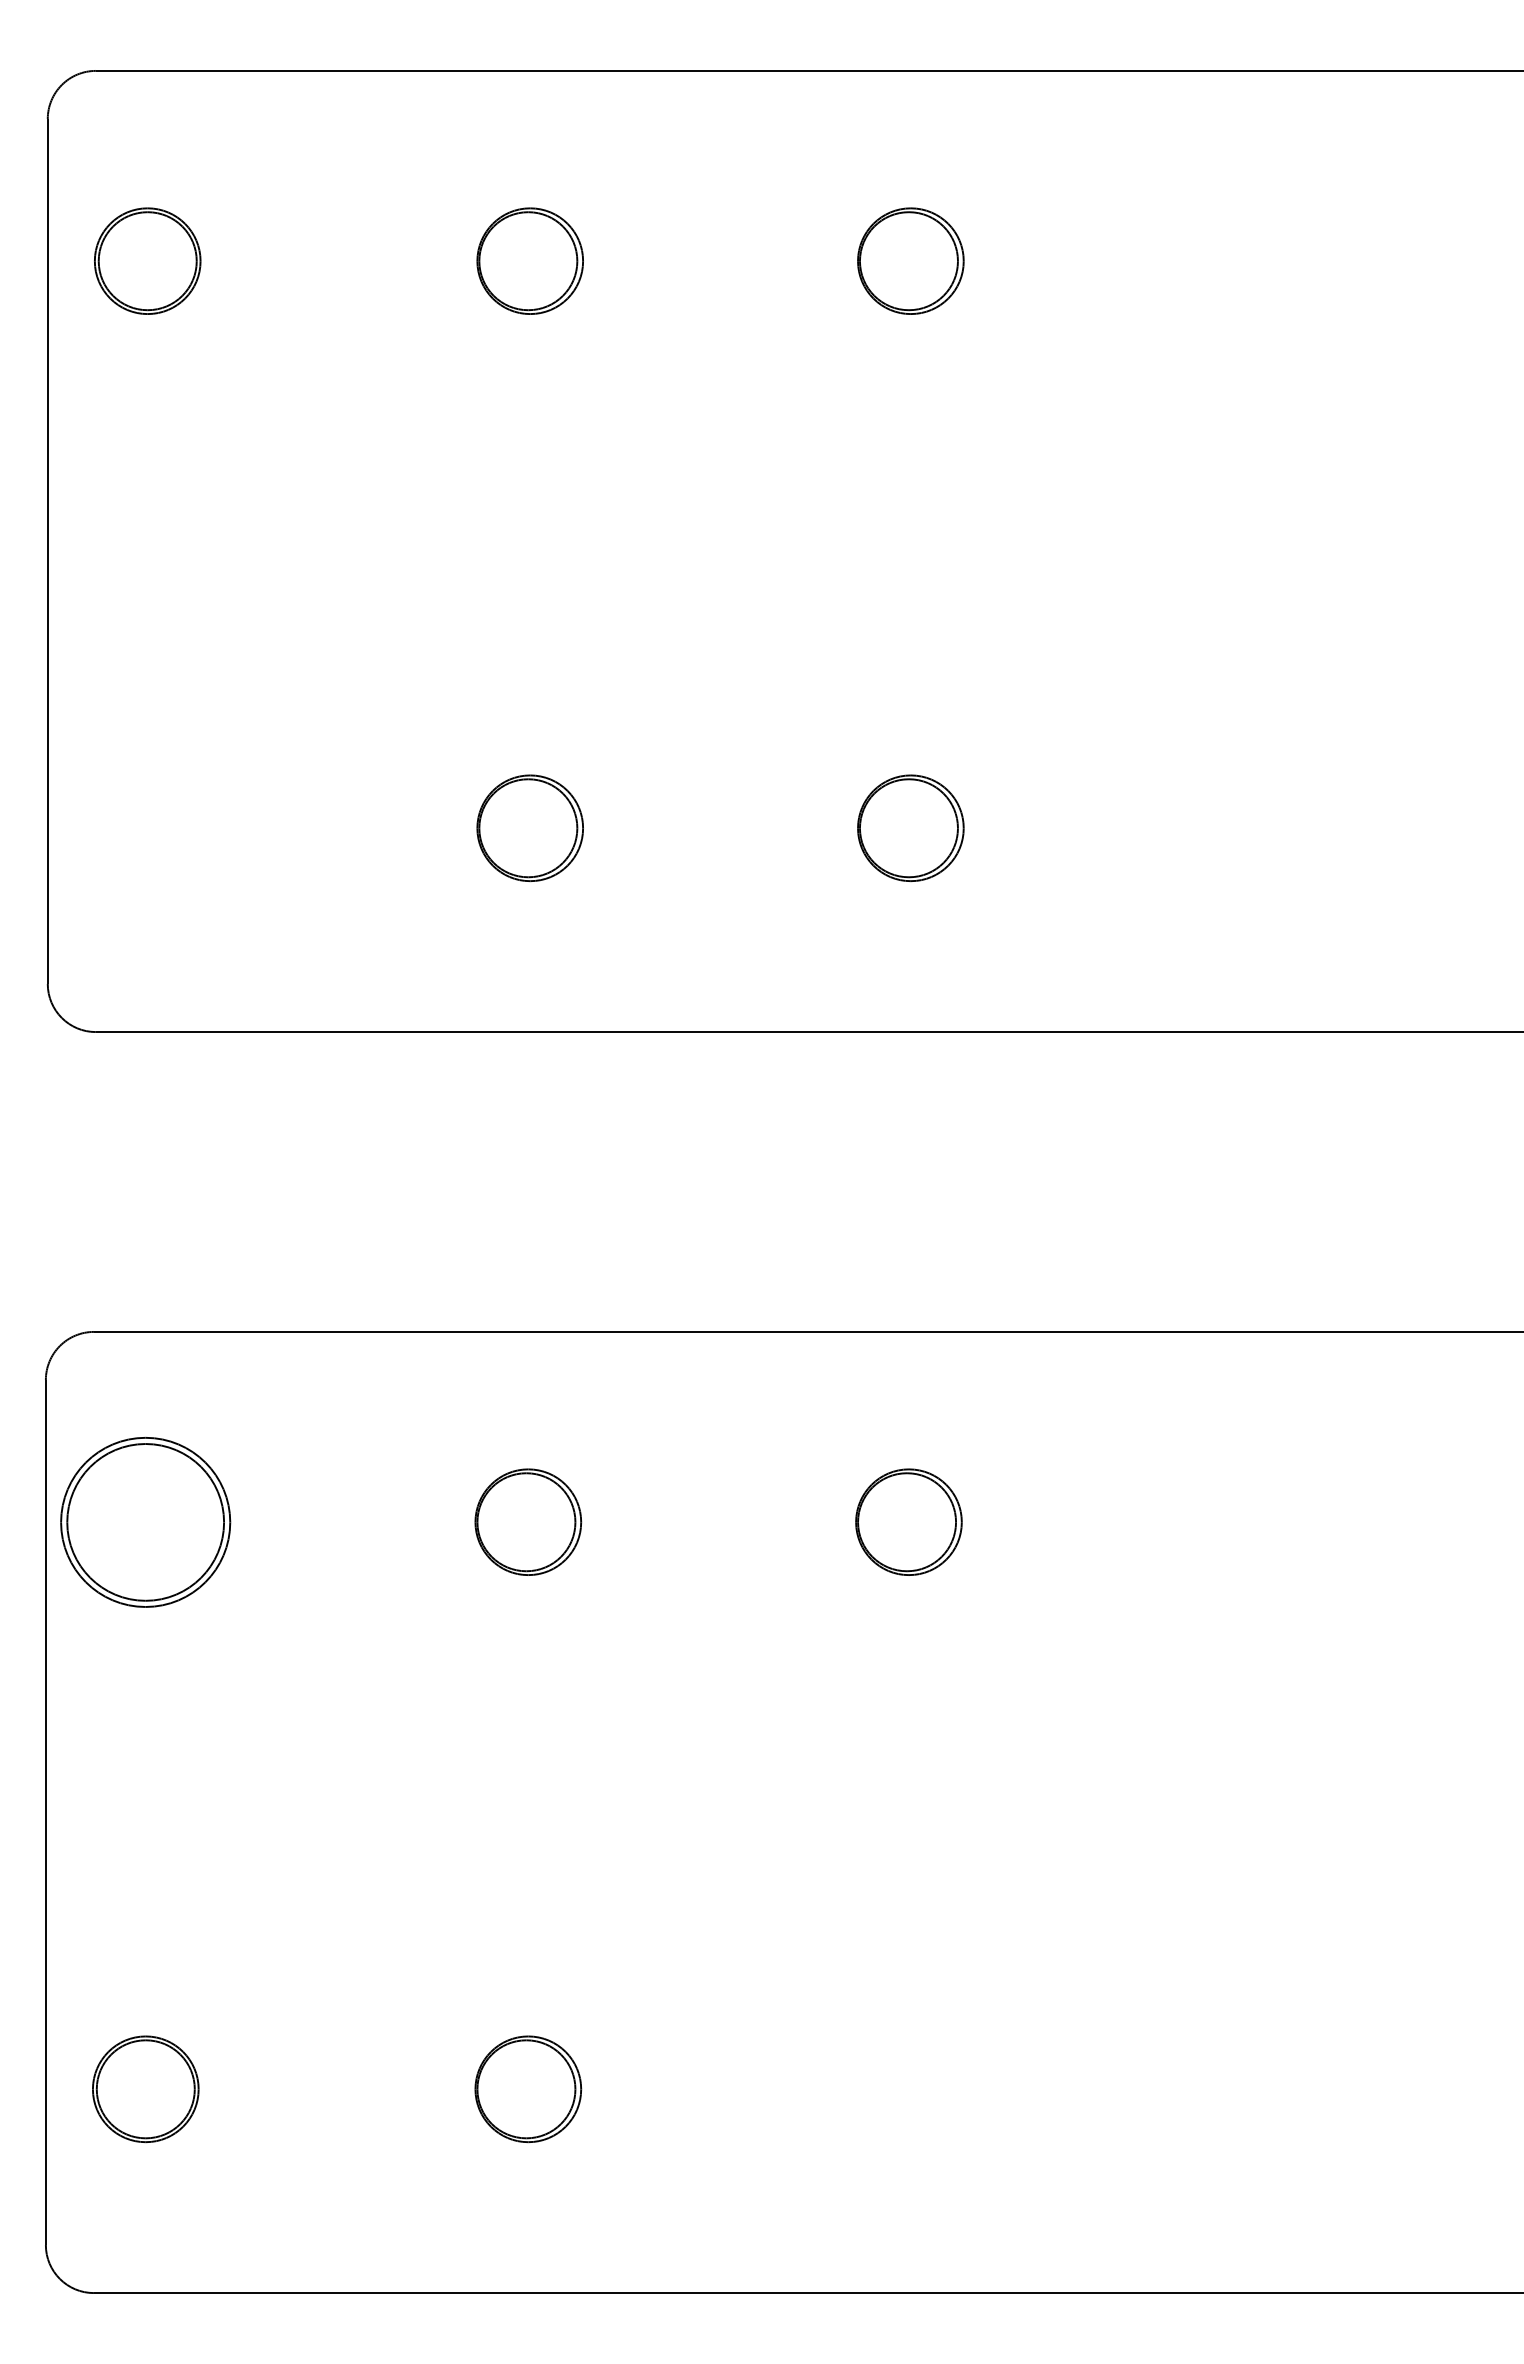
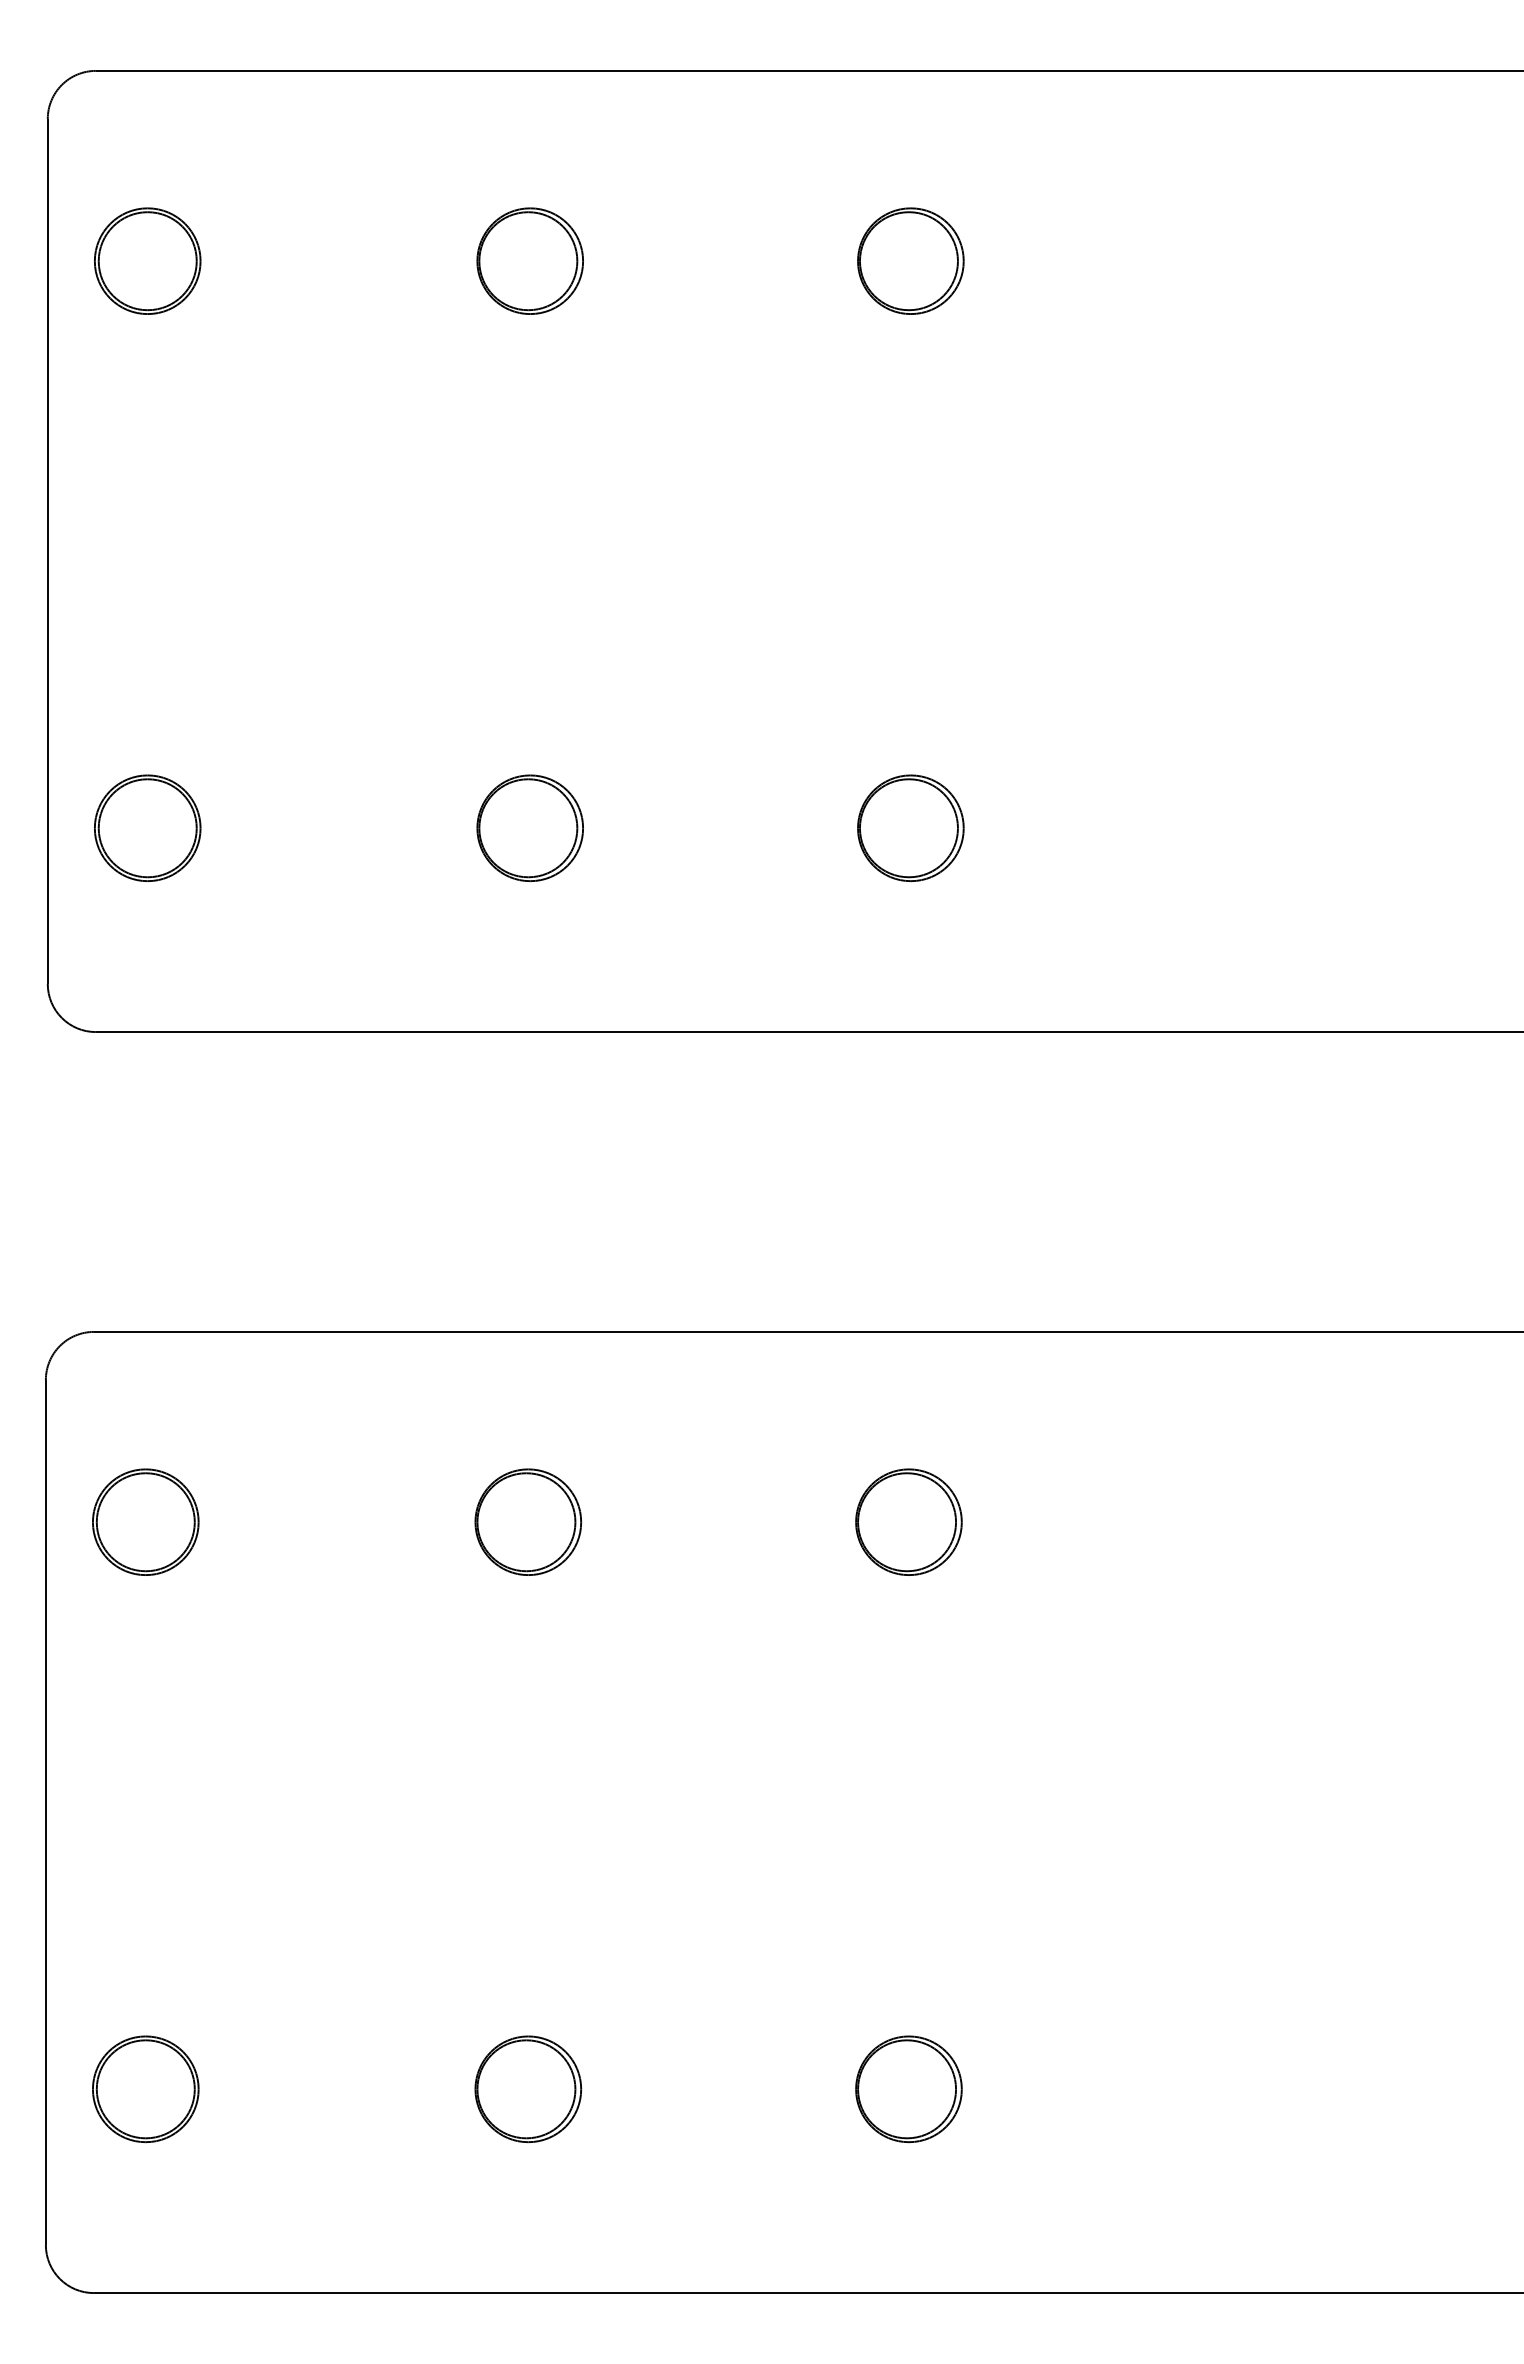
part at (147, 827): none -> present
part at (145, 1522) size: 172x171 px -> 108x108 px
part at (908, 2089): none -> present
